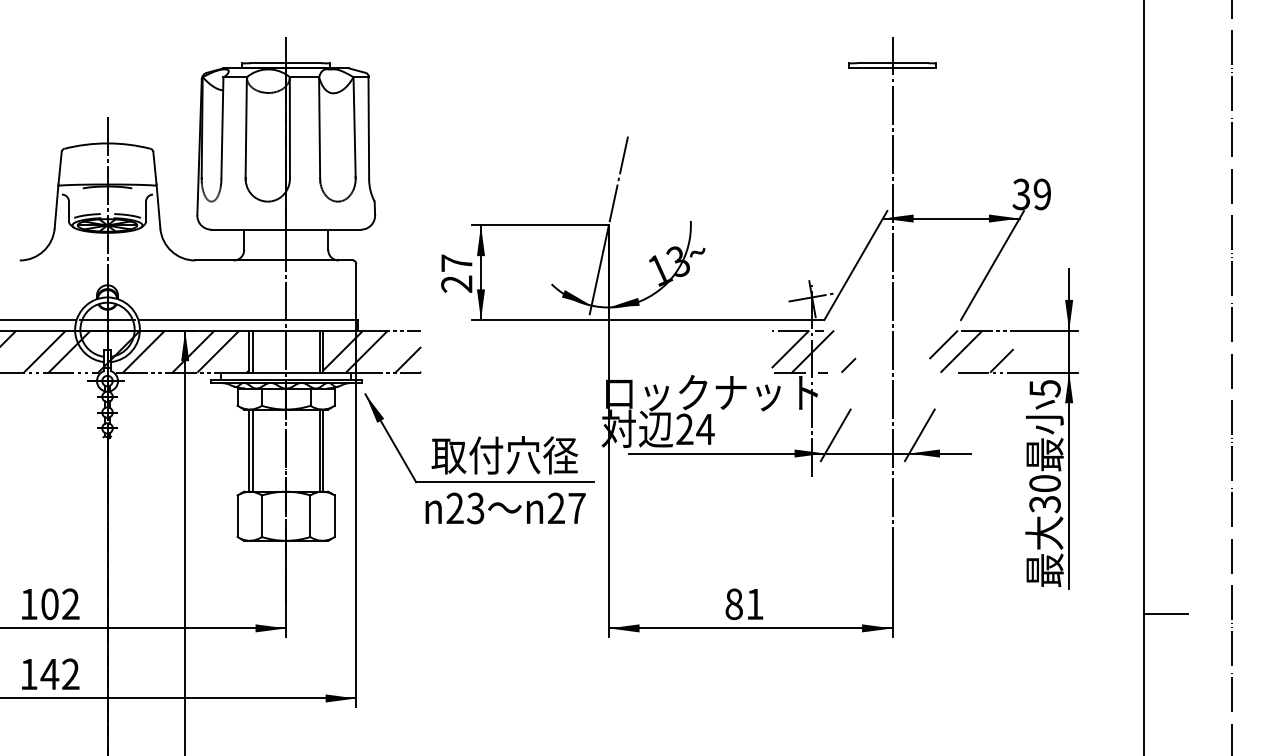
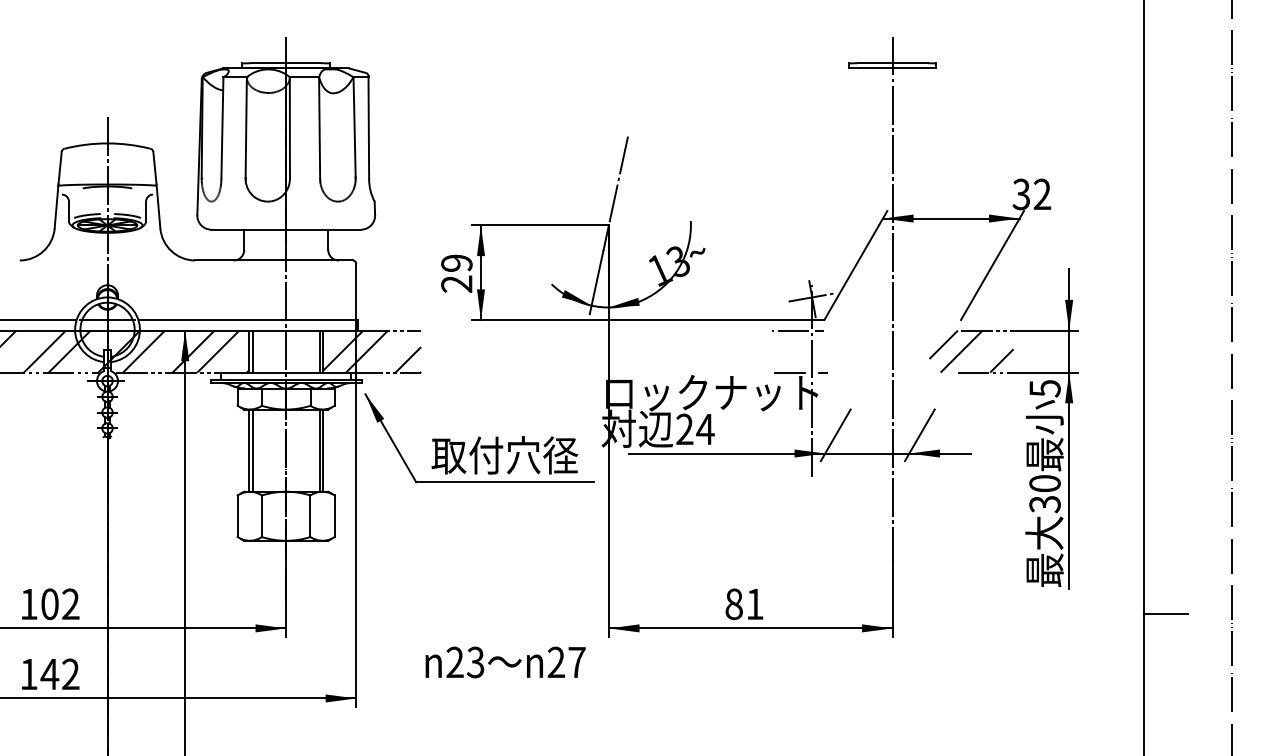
text at (1042, 194): 39 -> 32
text at (456, 262): 27 -> 29
hatch at (813, 351): present -> none
text at (505, 508) position: (505, 508) -> (505, 662)
